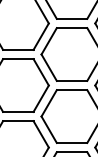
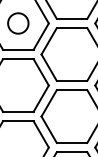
circle at (18, 23): none -> present
